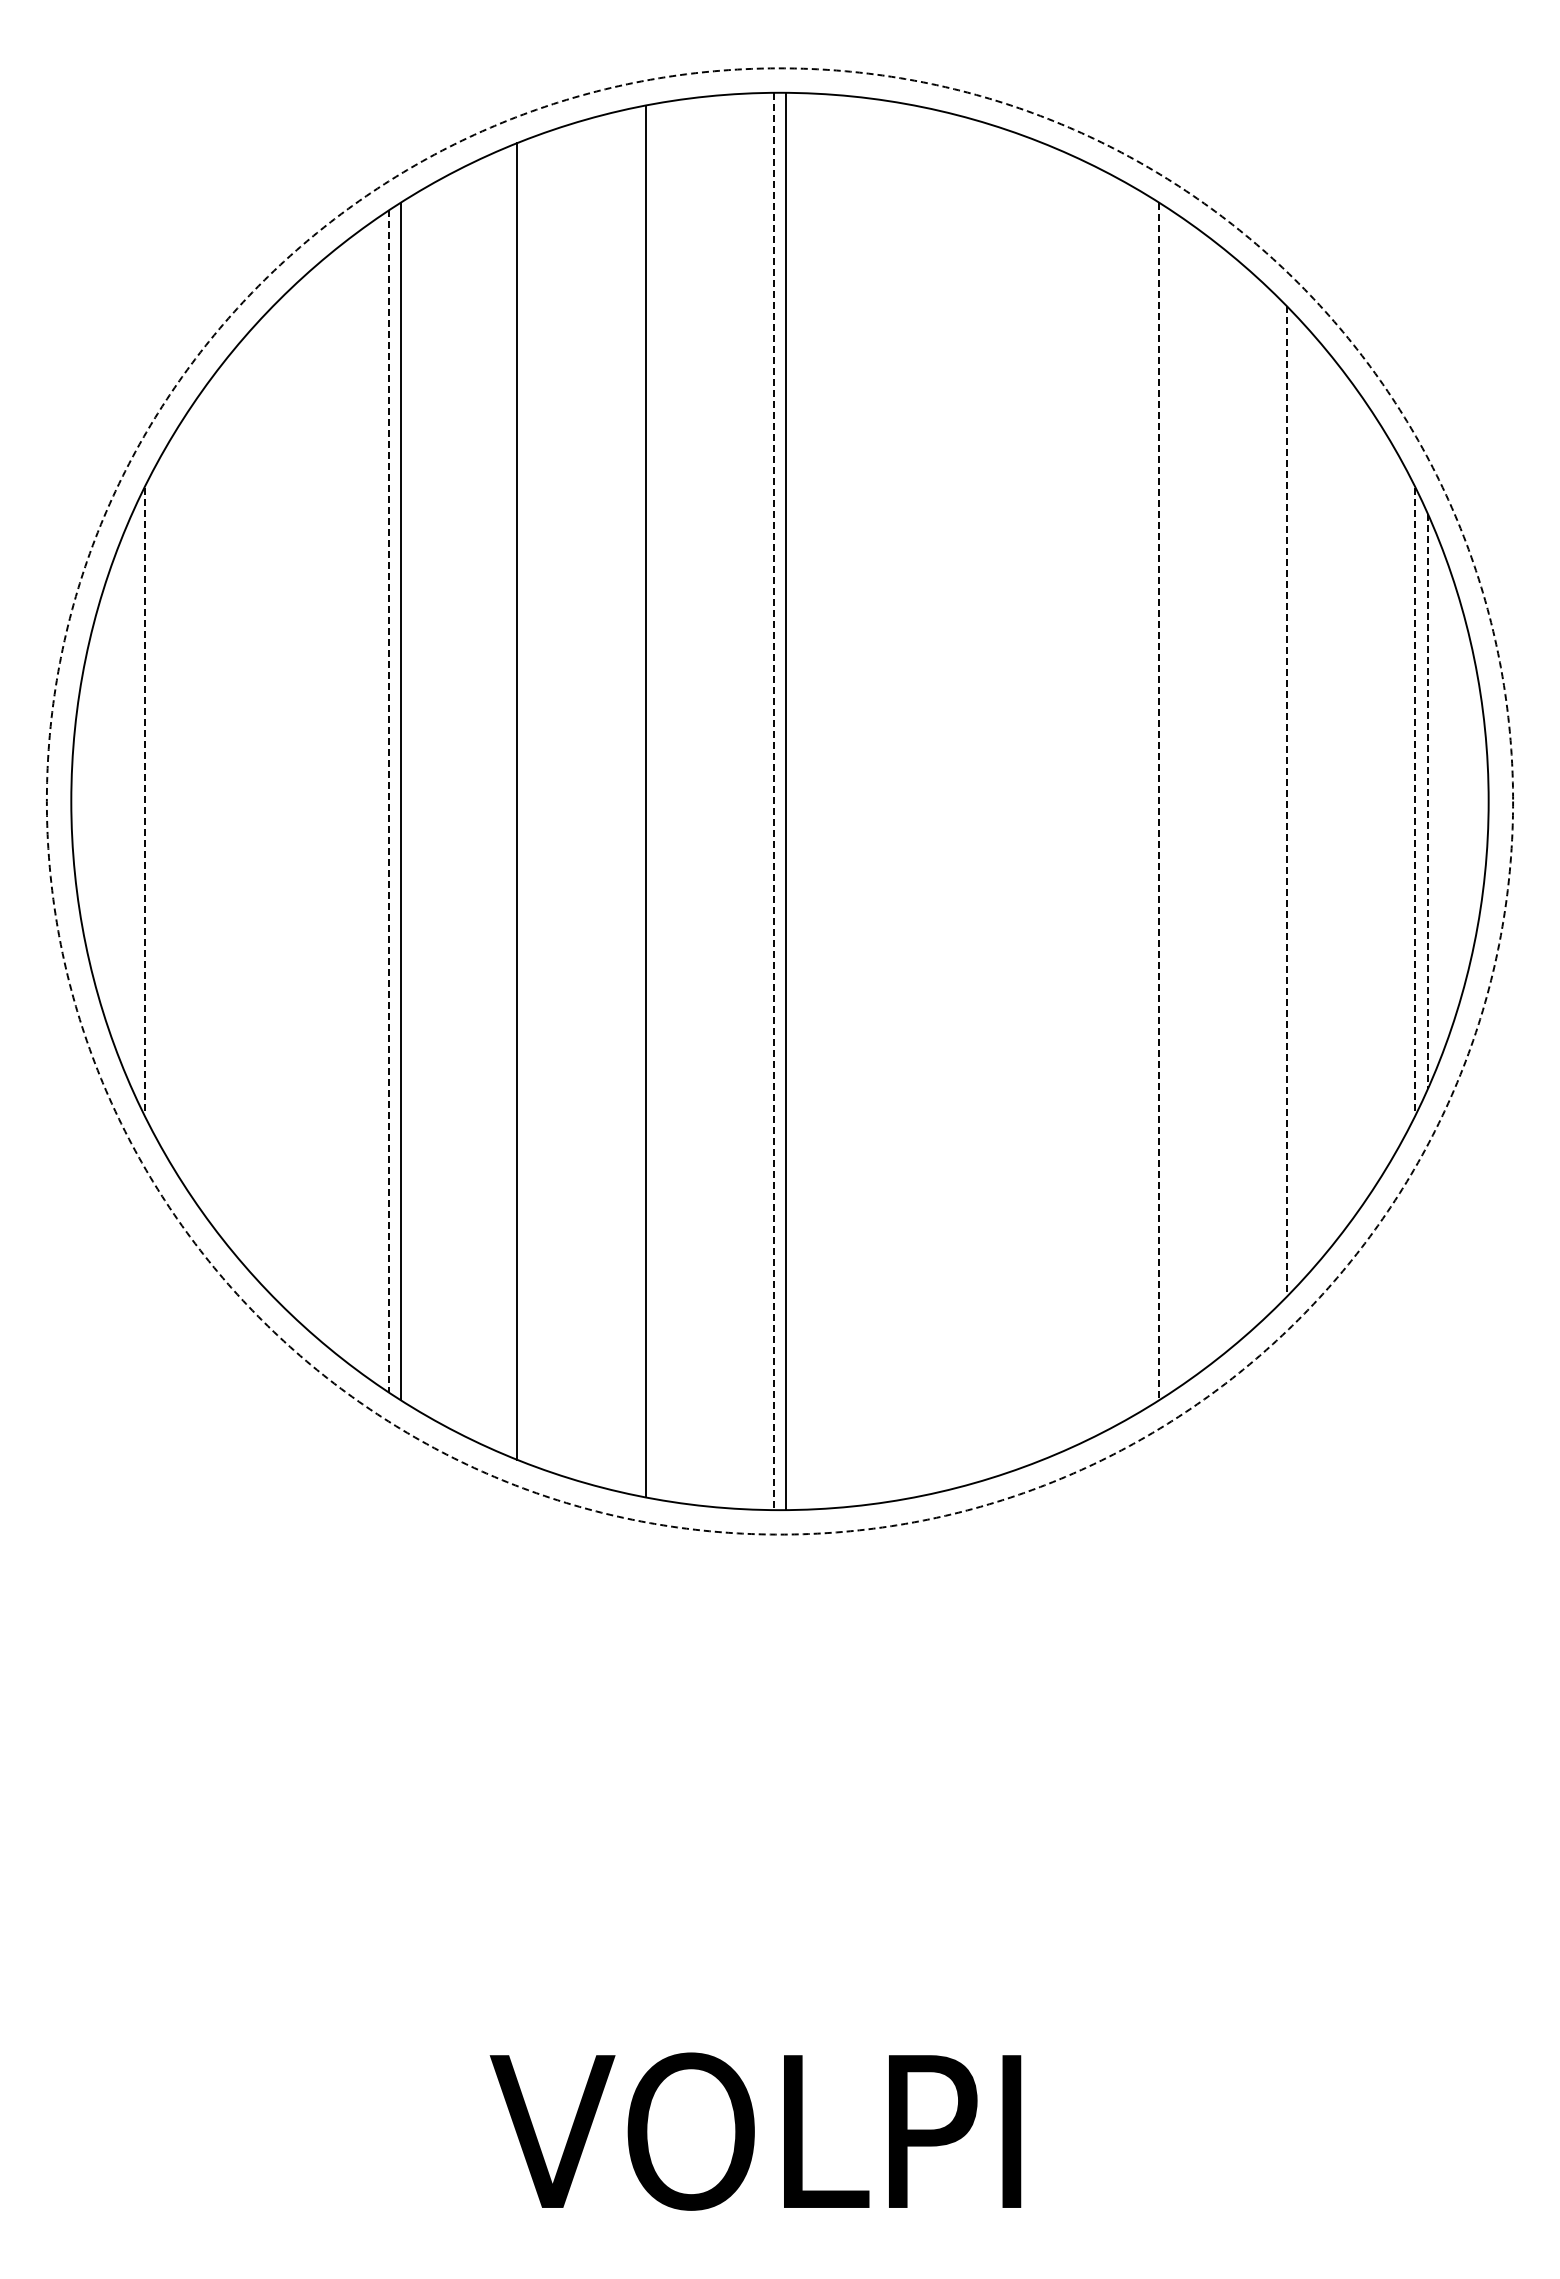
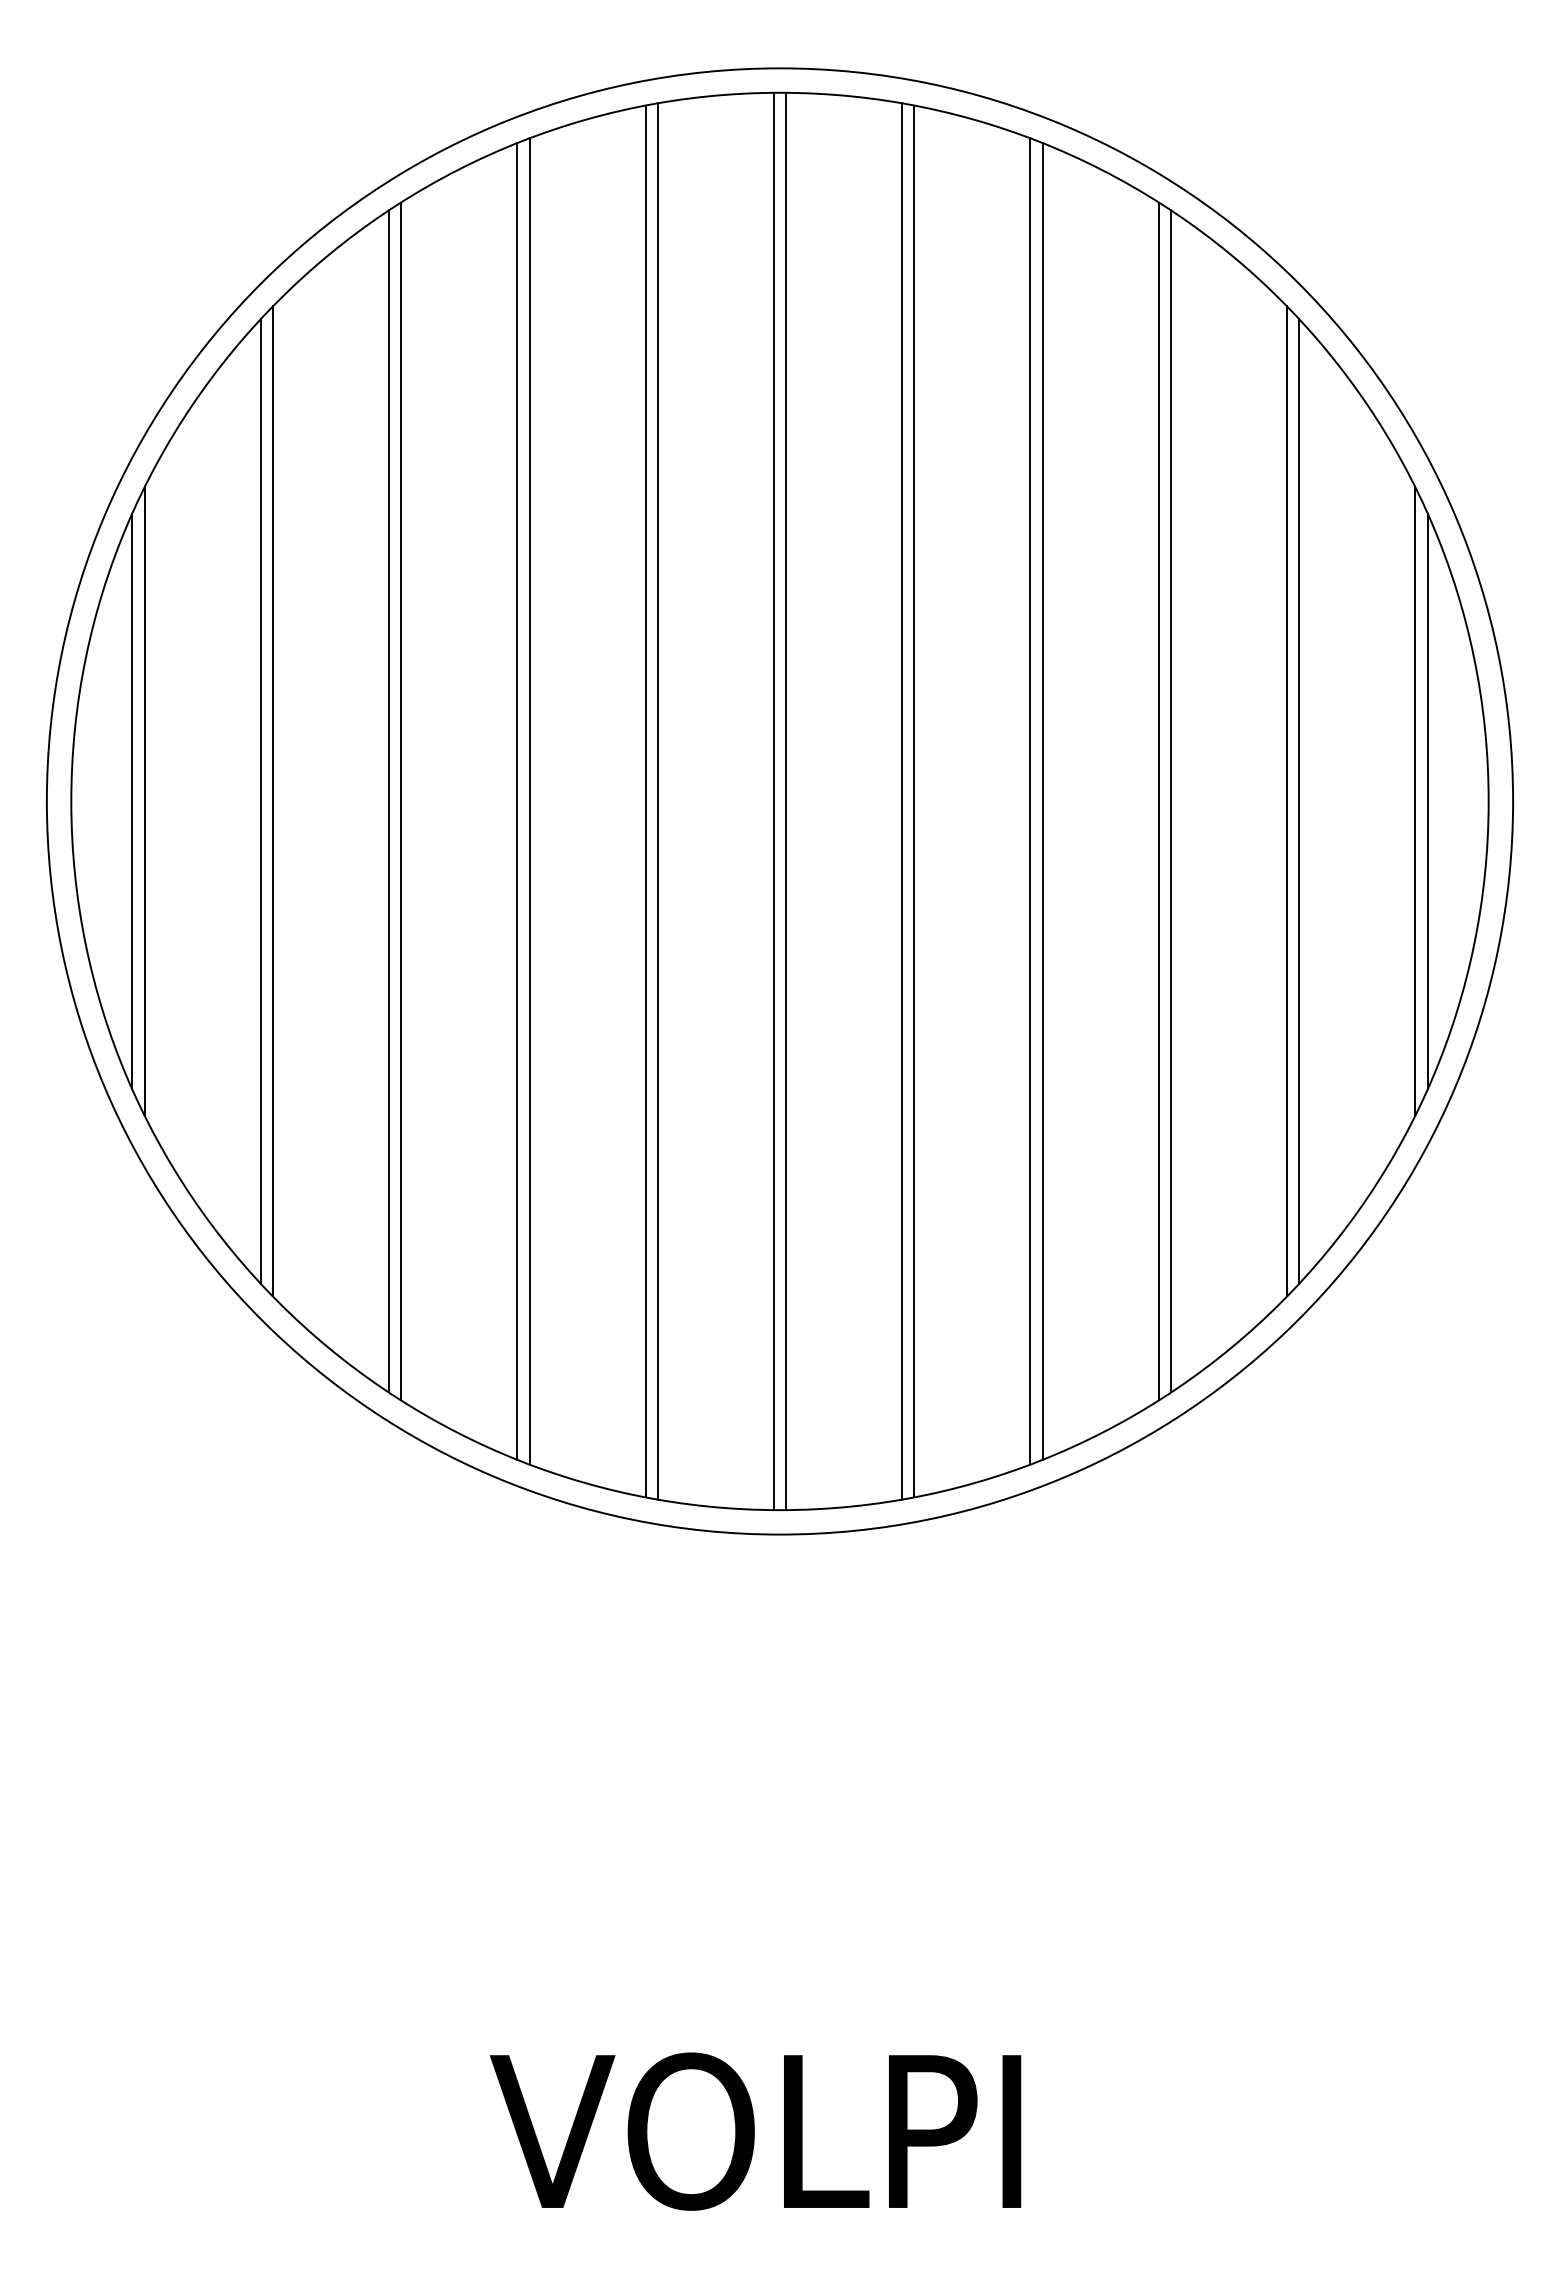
line at (132, 801): none -> present
line at (144, 801): dashed -> solid
line at (260, 801): none -> present
line at (272, 801): none -> present
line at (389, 801): dashed -> solid
line at (529, 801): none -> present
line at (657, 801): none -> present
line at (773, 801): dashed -> solid
circle at (779, 801): dashed -> solid
line at (902, 801): none -> present
line at (914, 801): none -> present
line at (1030, 801): none -> present
line at (1042, 801): none -> present
line at (1158, 801): dashed -> solid
line at (1170, 801): none -> present
line at (1287, 801): dashed -> solid
line at (1299, 801): none -> present
line at (1415, 801): dashed -> solid
line at (1427, 801): dashed -> solid
